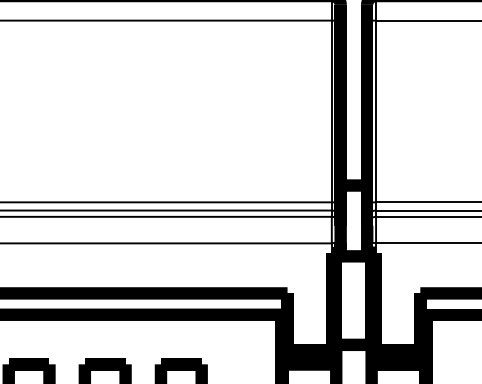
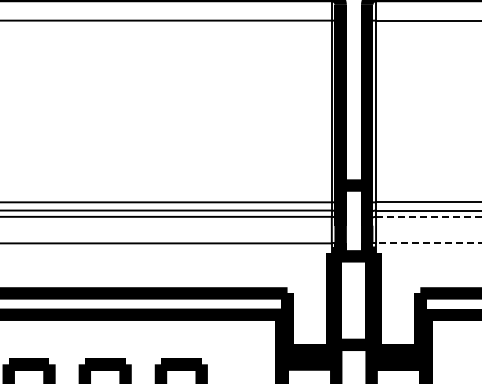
line at (429, 216): solid -> dashed
line at (428, 243): solid -> dashed
